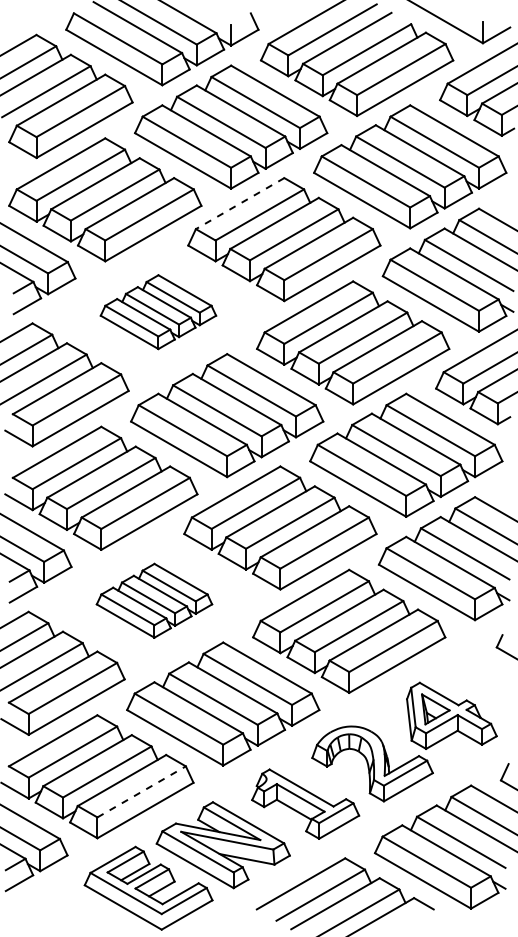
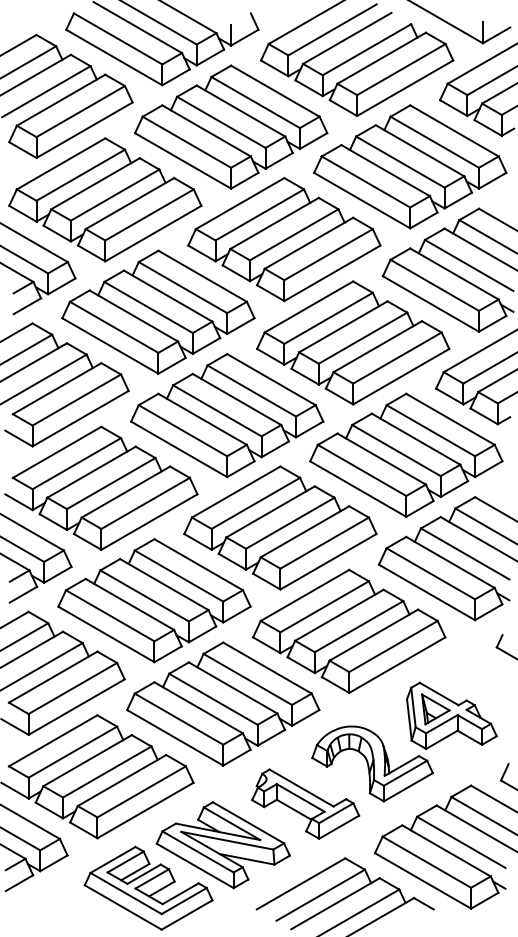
line at (239, 203): dashed -> solid
part at (158, 312) size: 119x77 px -> 195x126 px
part at (154, 600) size: 119x77 px -> 195x126 px
line at (142, 791): dashed -> solid
